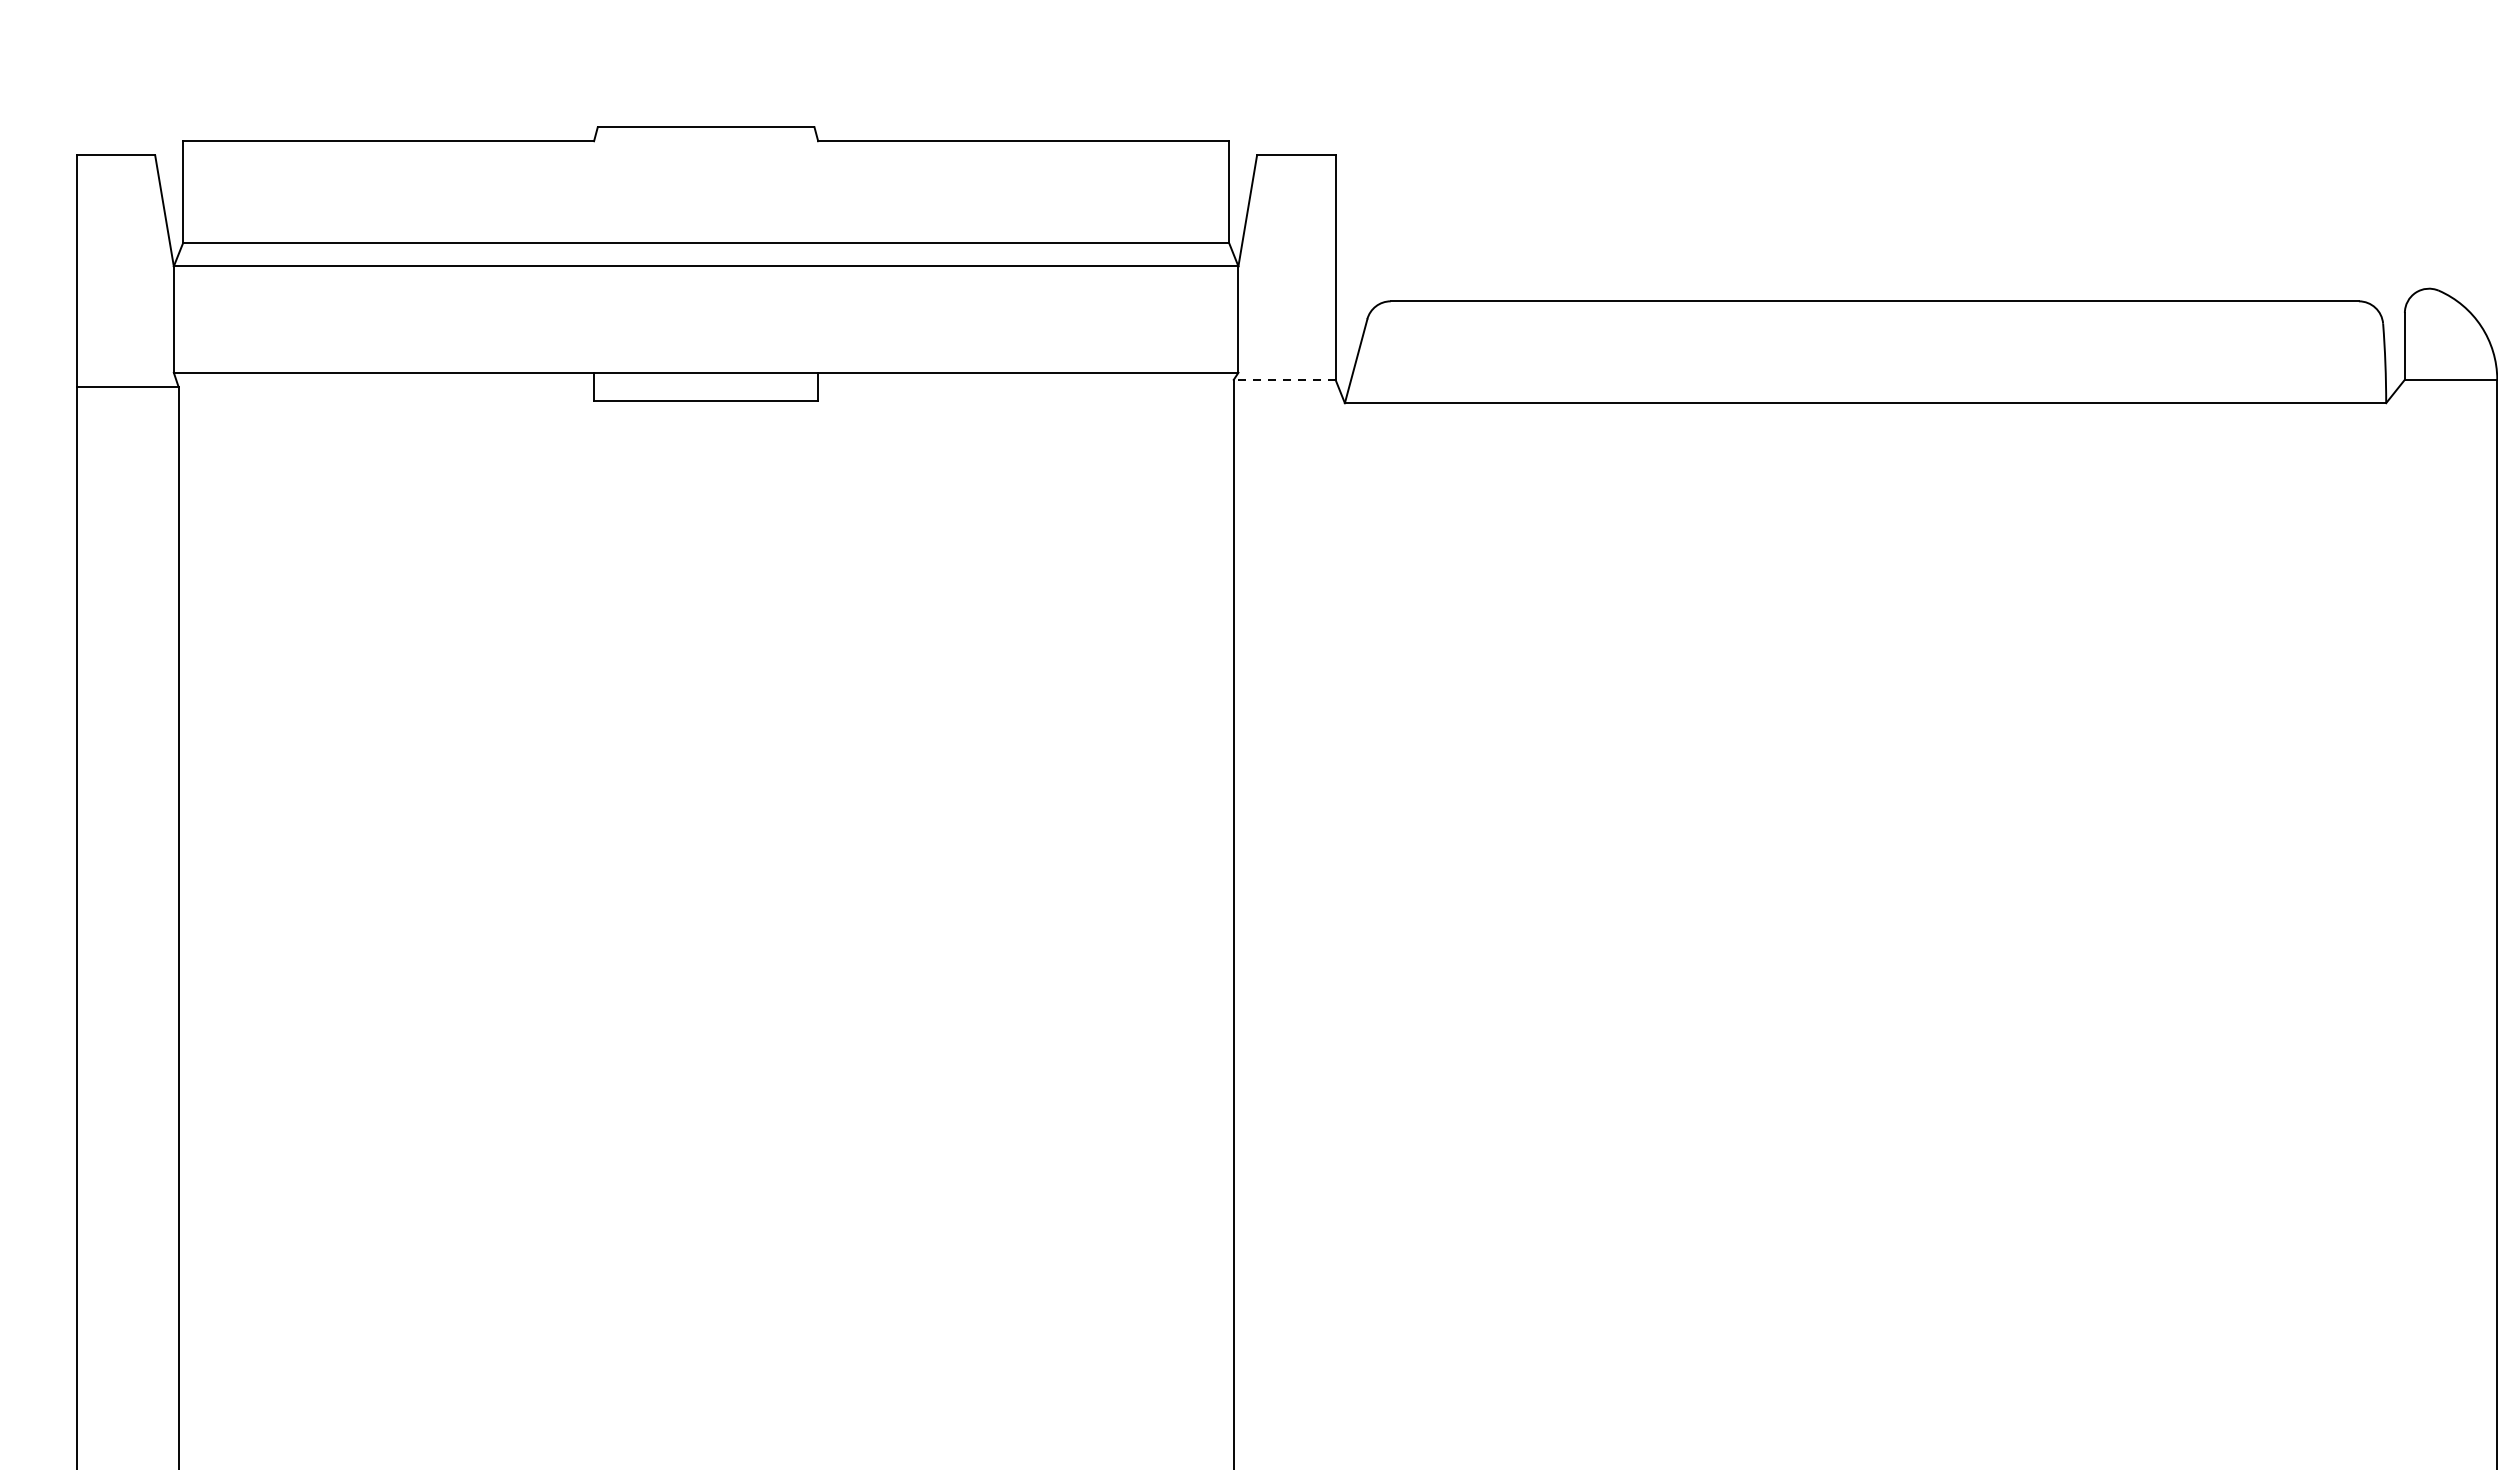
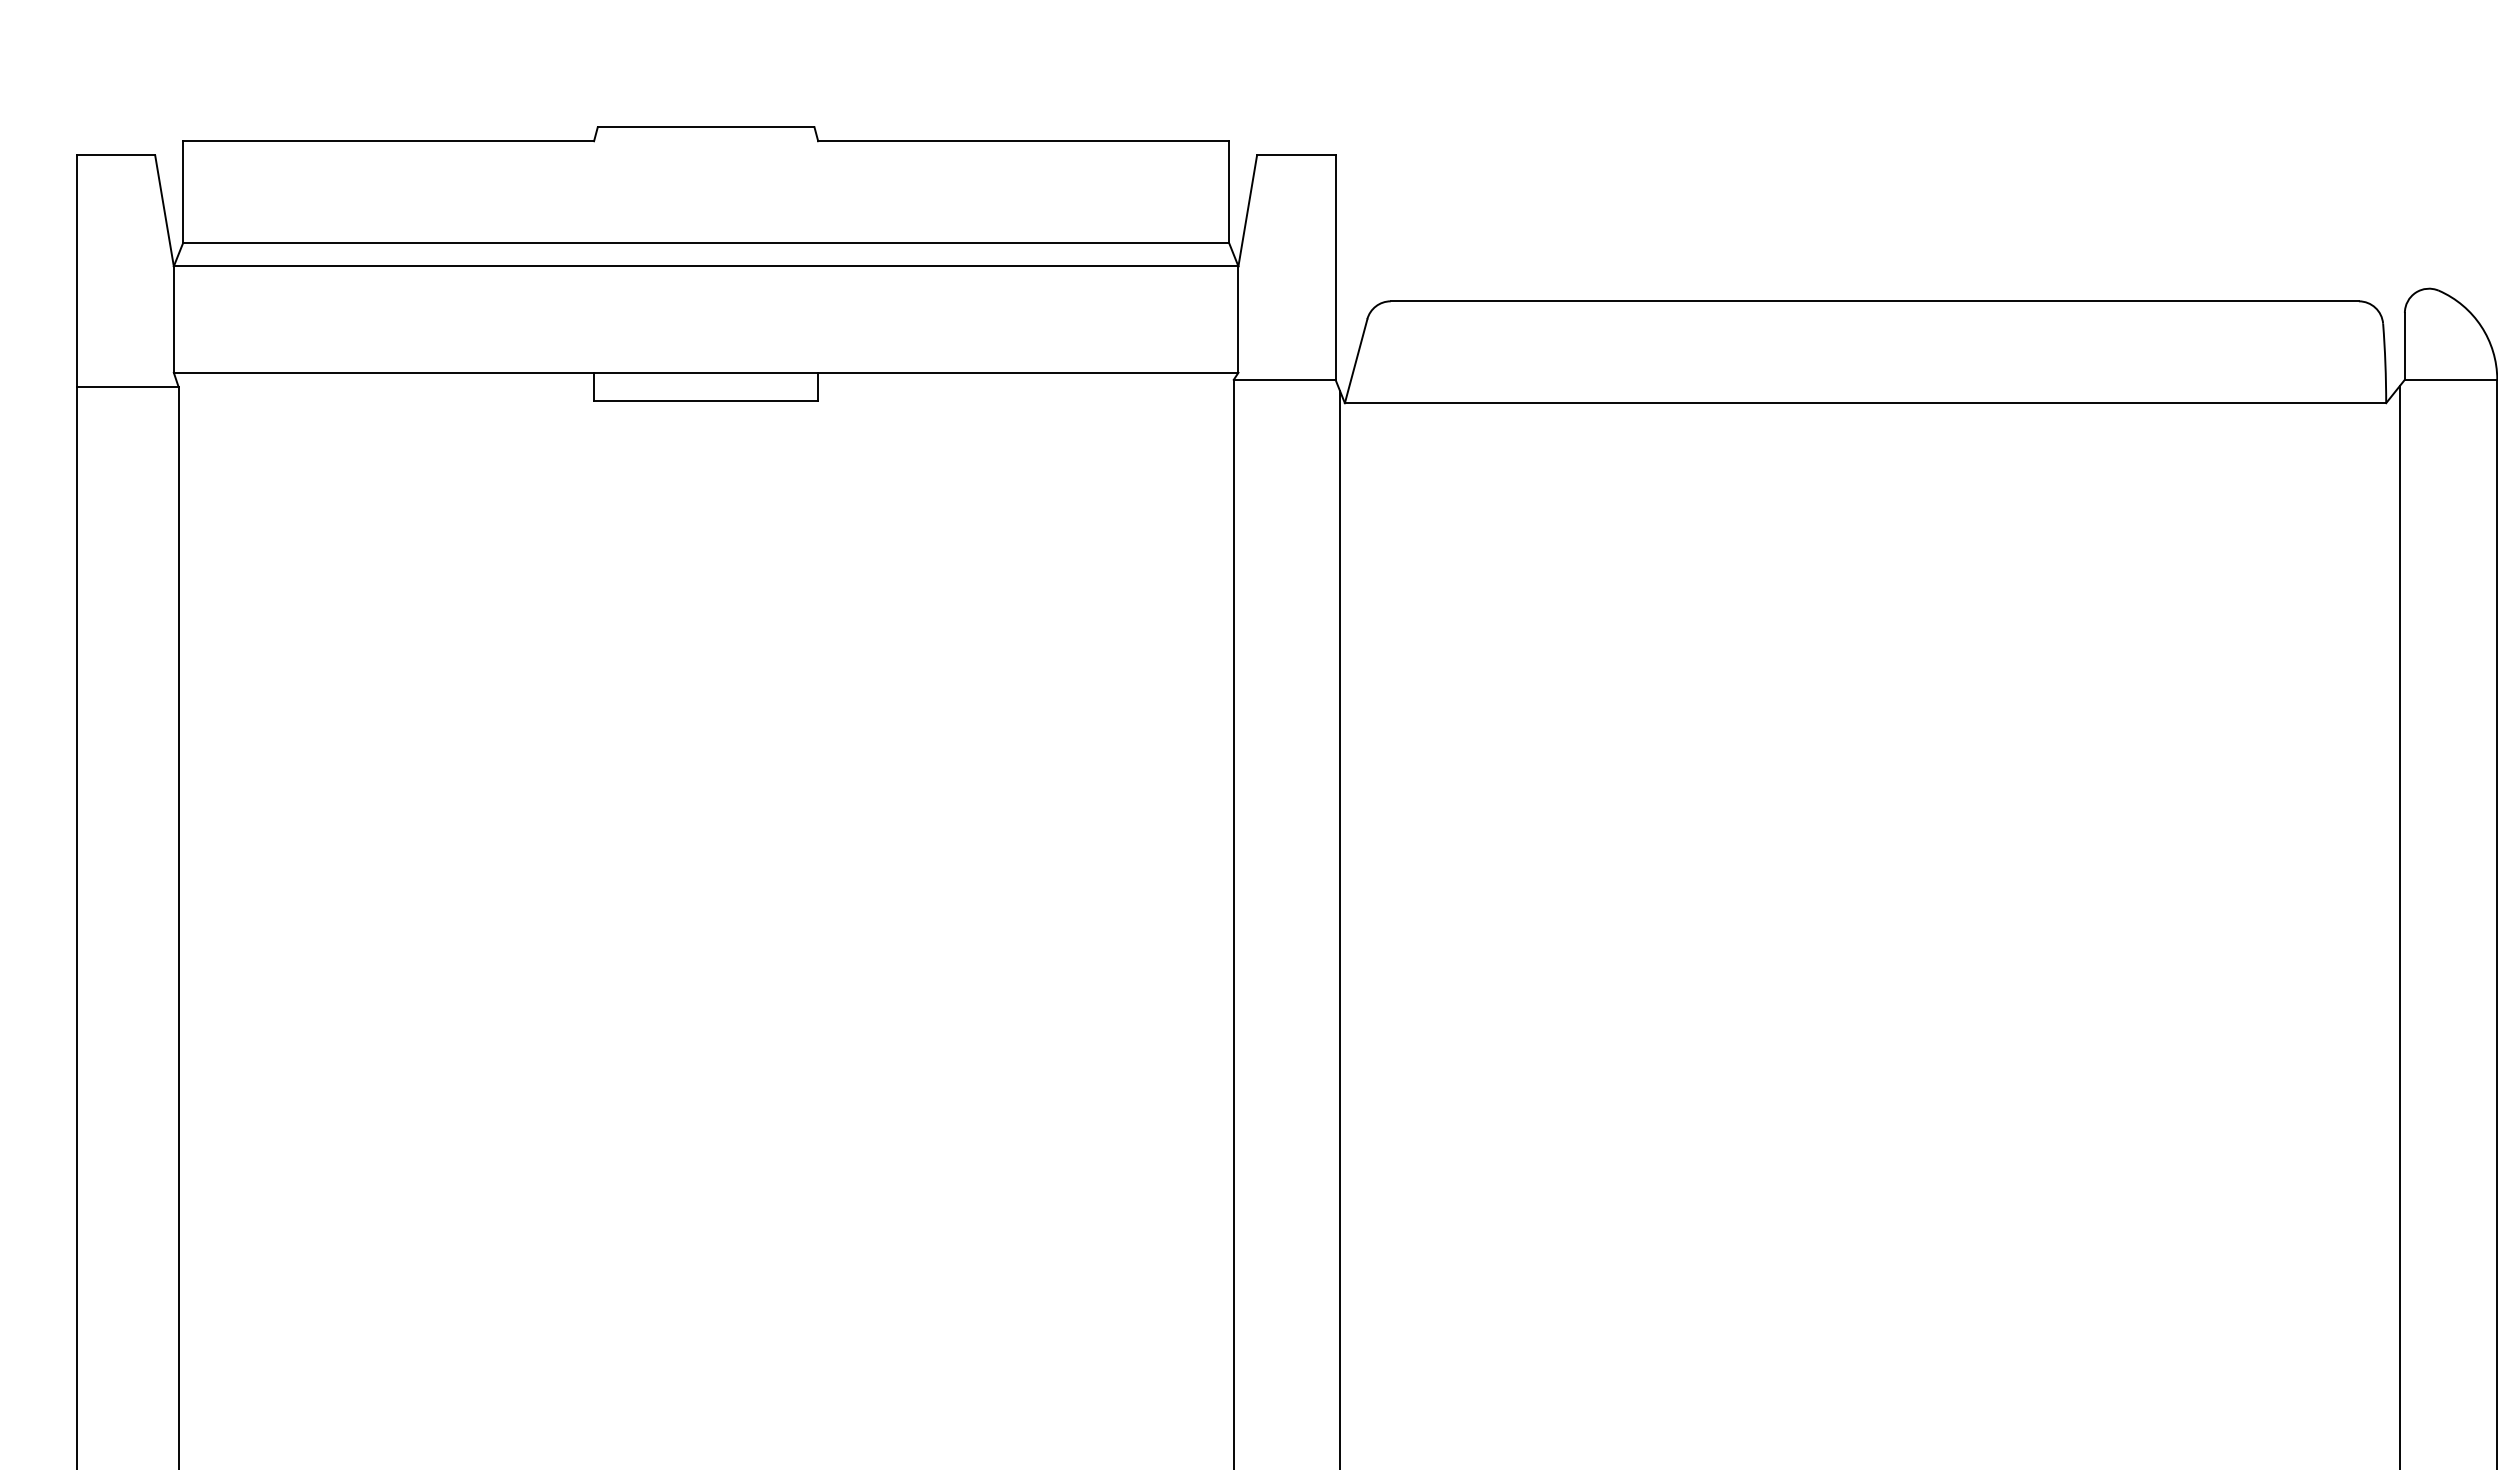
line at (1284, 379): dashed -> solid
line at (2400, 925): none -> present
line at (1340, 928): none -> present
